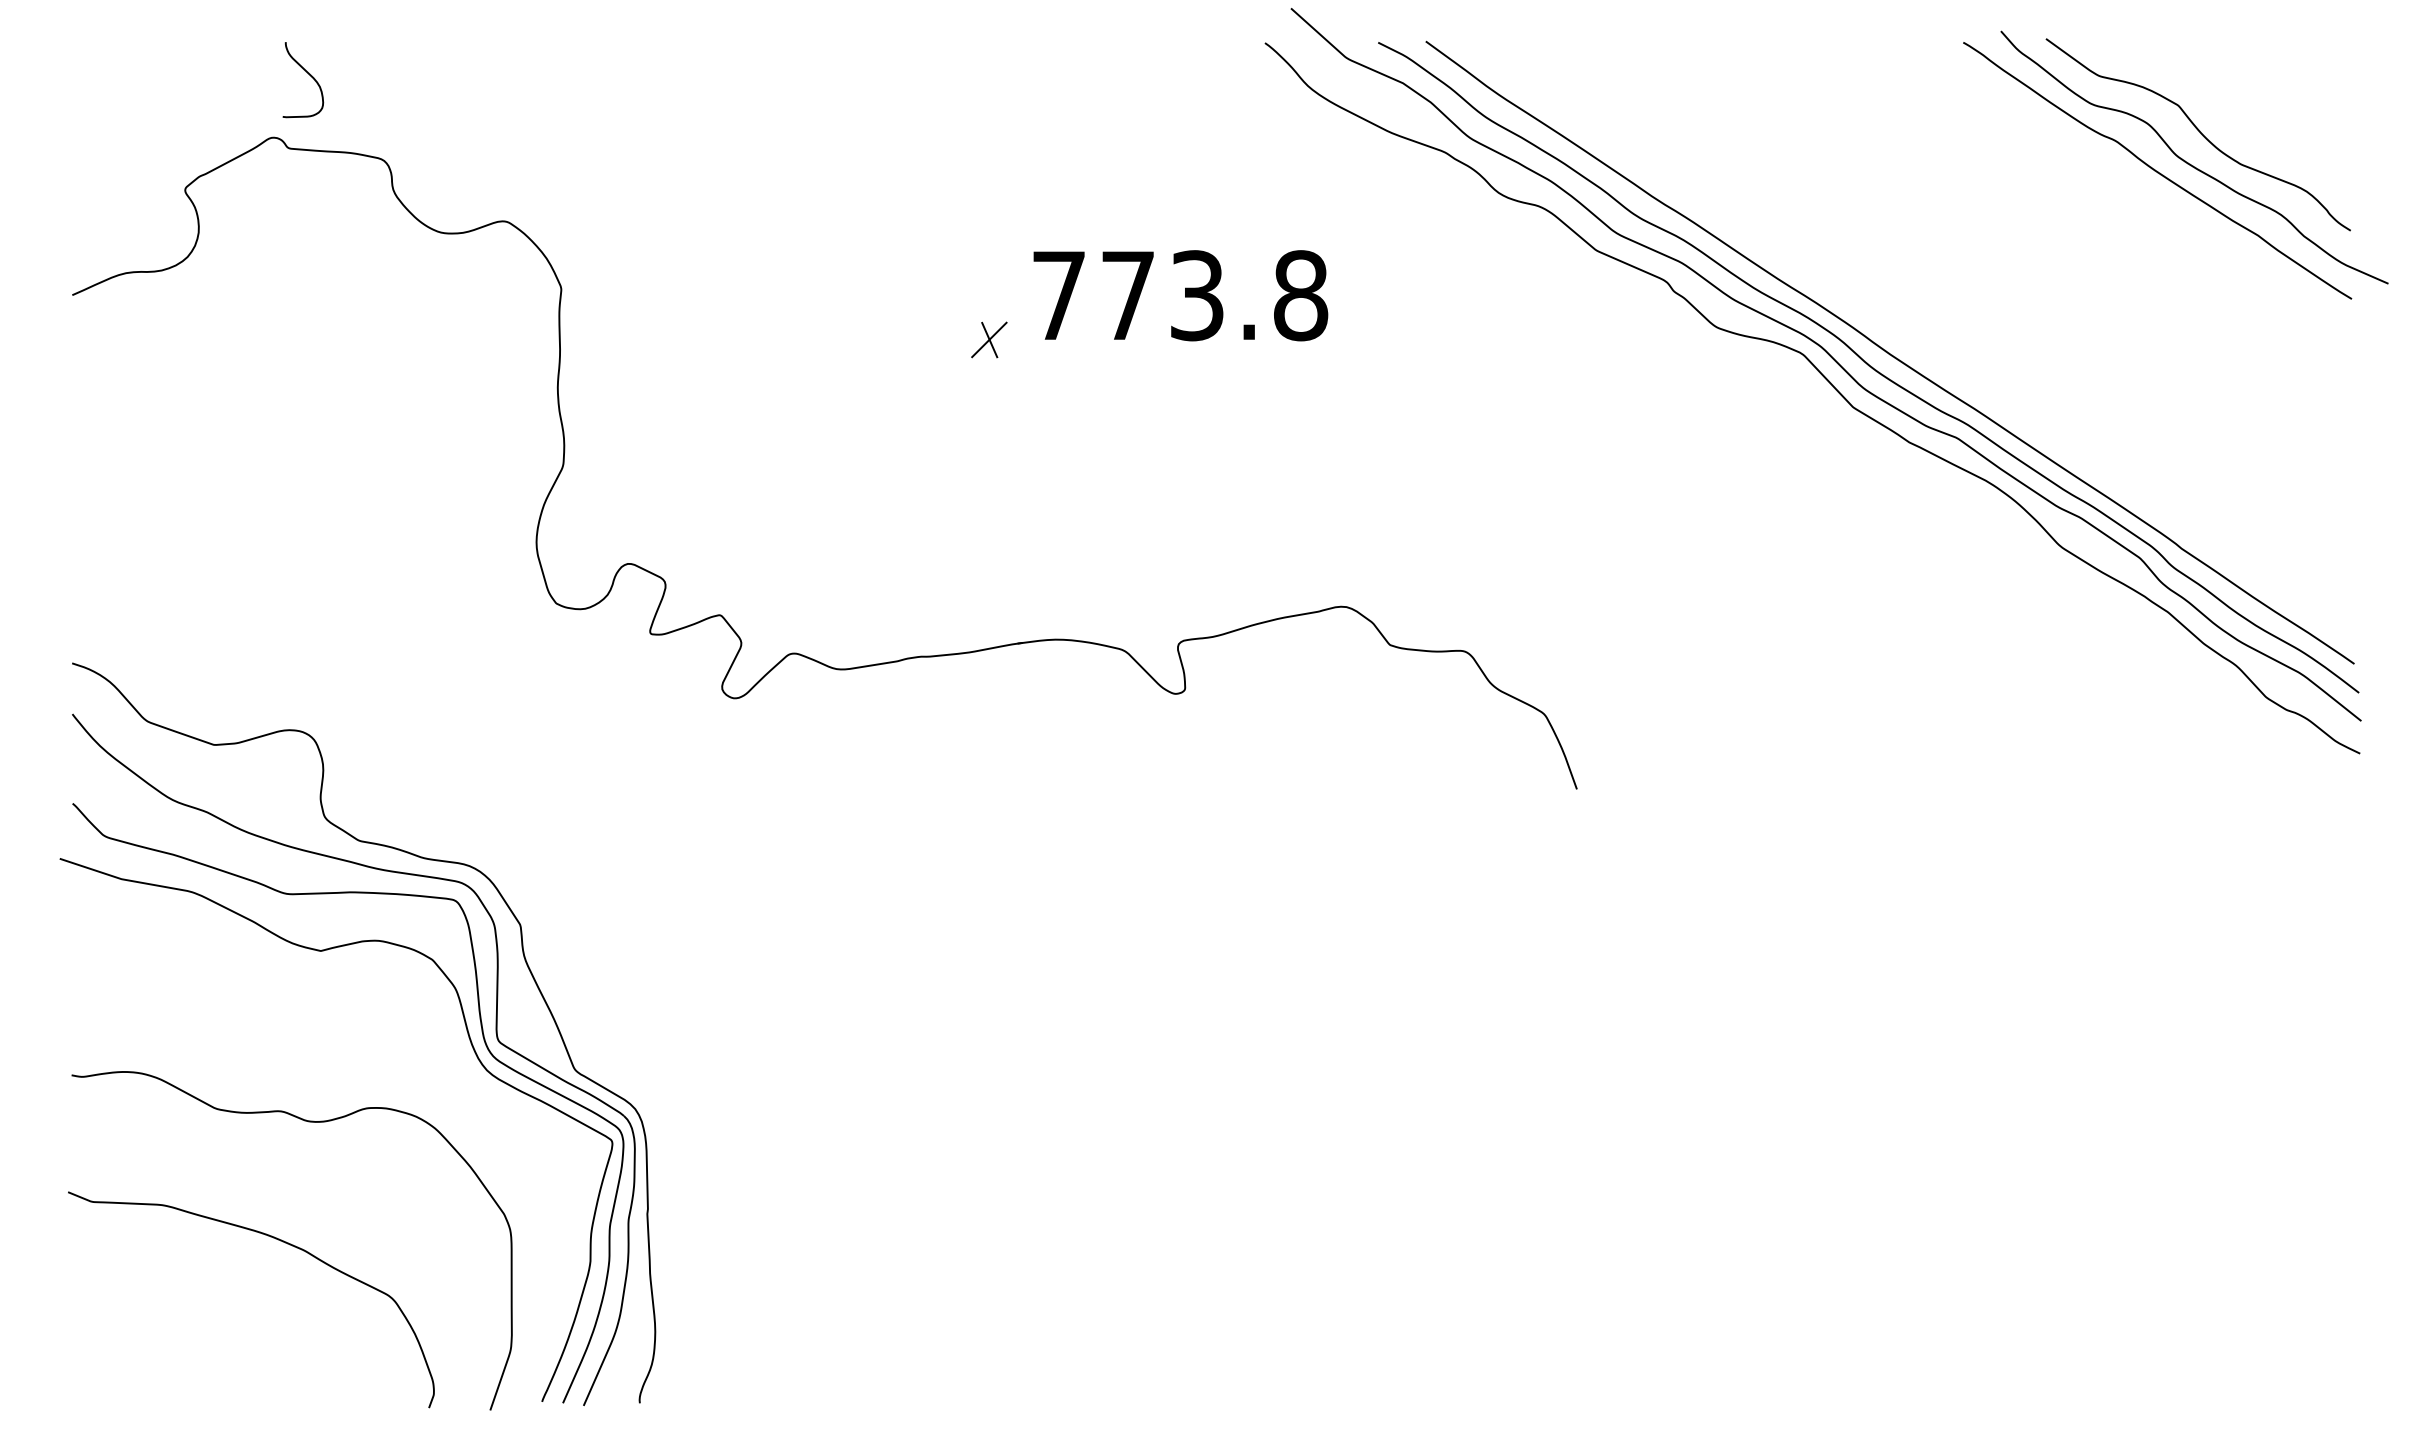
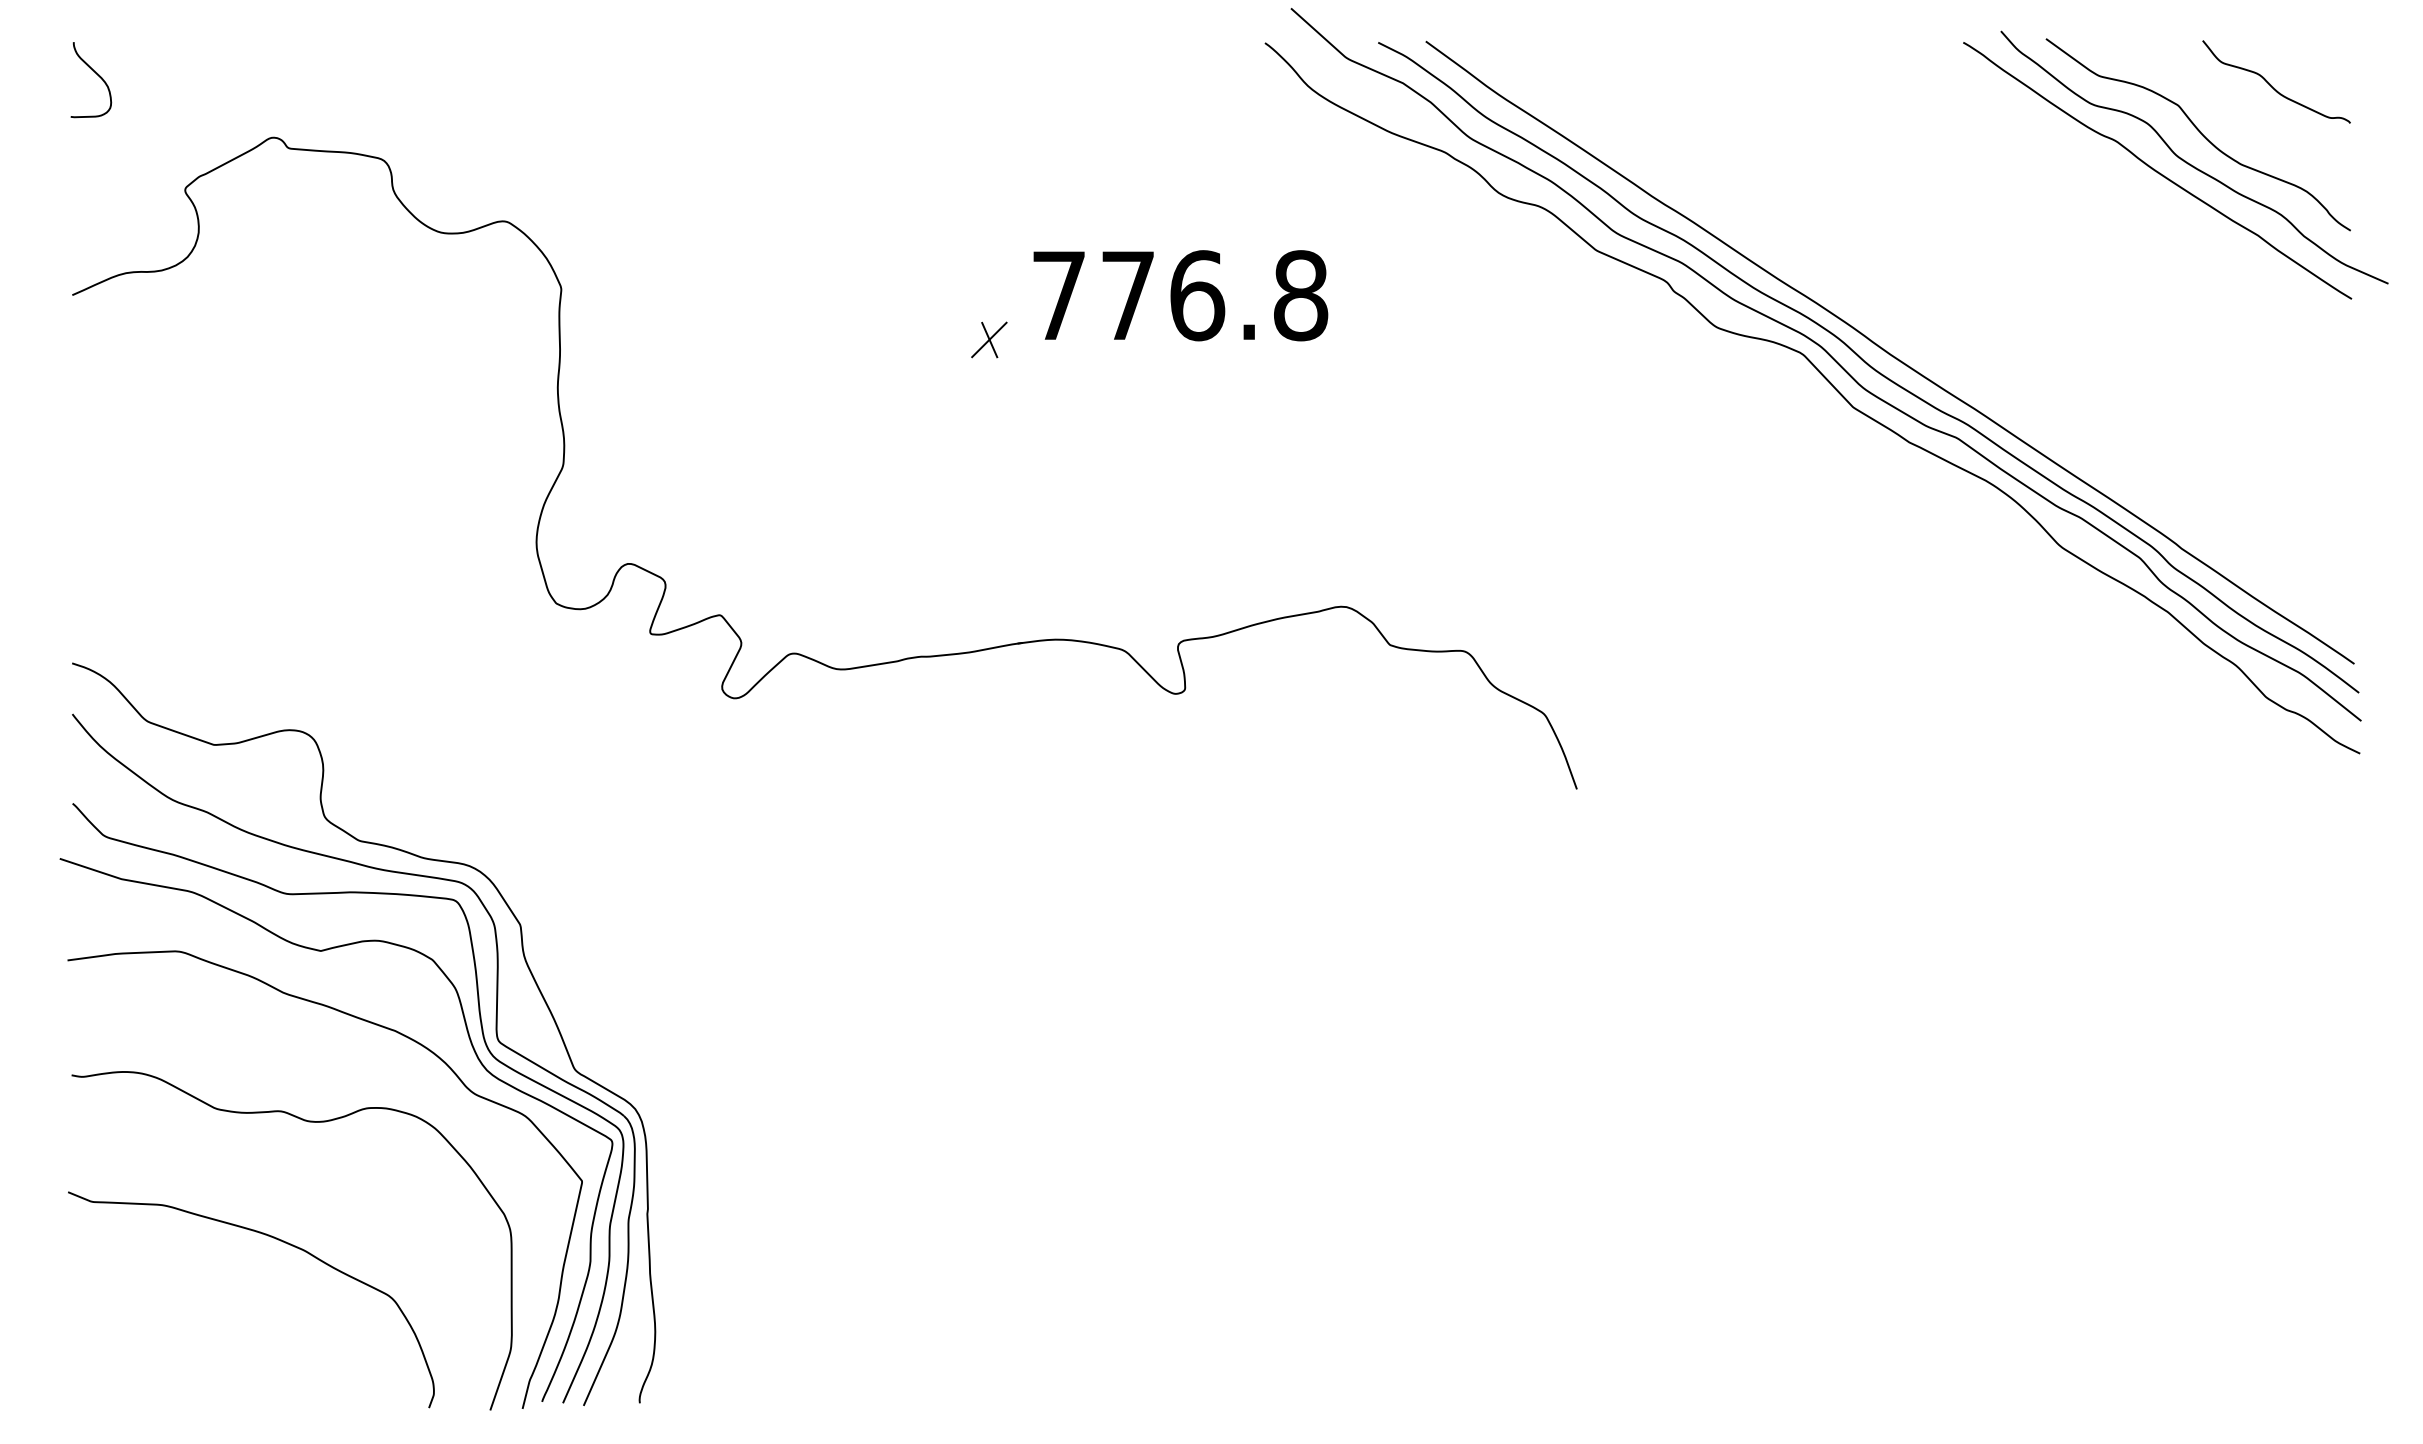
curve at (308, 74) position: (308, 74) -> (96, 74)
curve at (2271, 85): none -> present
text at (1197, 295): 773.8 -> 776.8
curve at (378, 1026): none -> present
